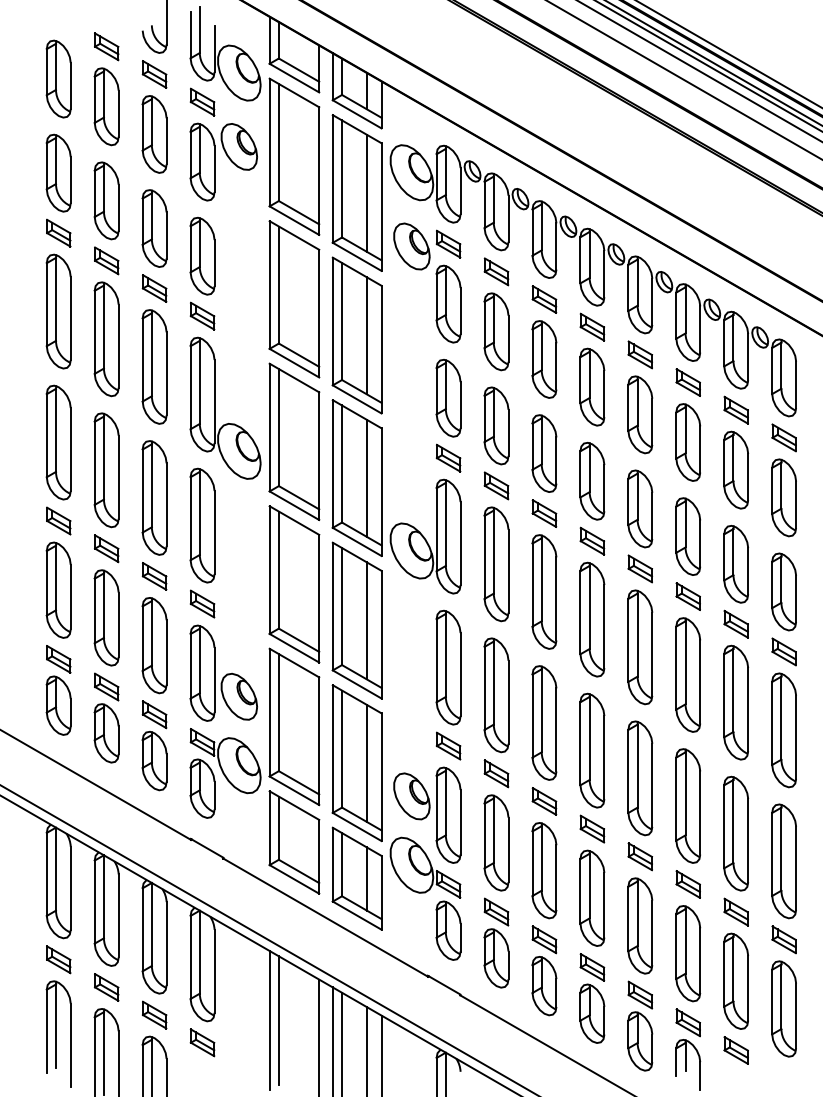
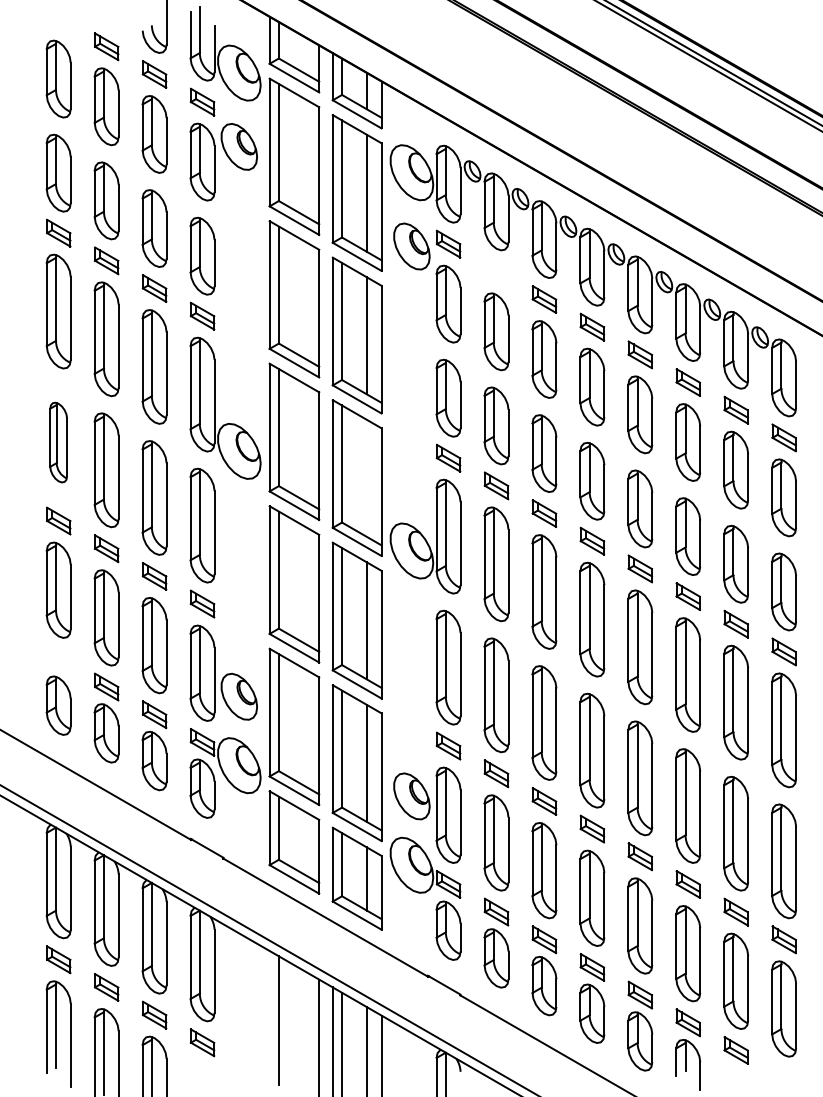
line at (728, 54): present -> none
line at (699, 71): present -> none
line at (684, 80): present -> none
part at (496, 271): present -> none
part at (58, 442) size: 27x117 px -> 19x83 px
line at (366, 477): present -> none
part at (58, 659): present -> none
line at (269, 1019): present -> none
